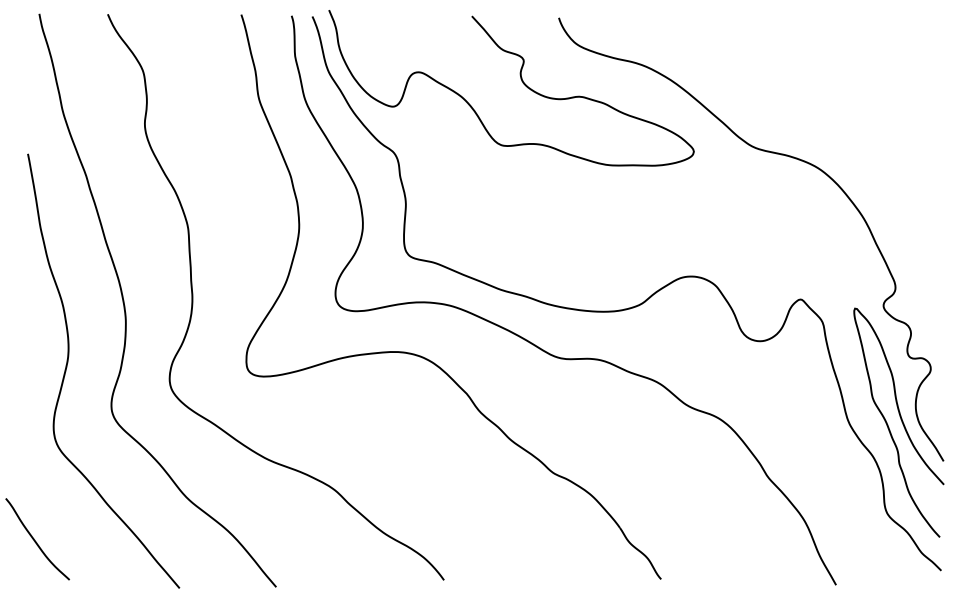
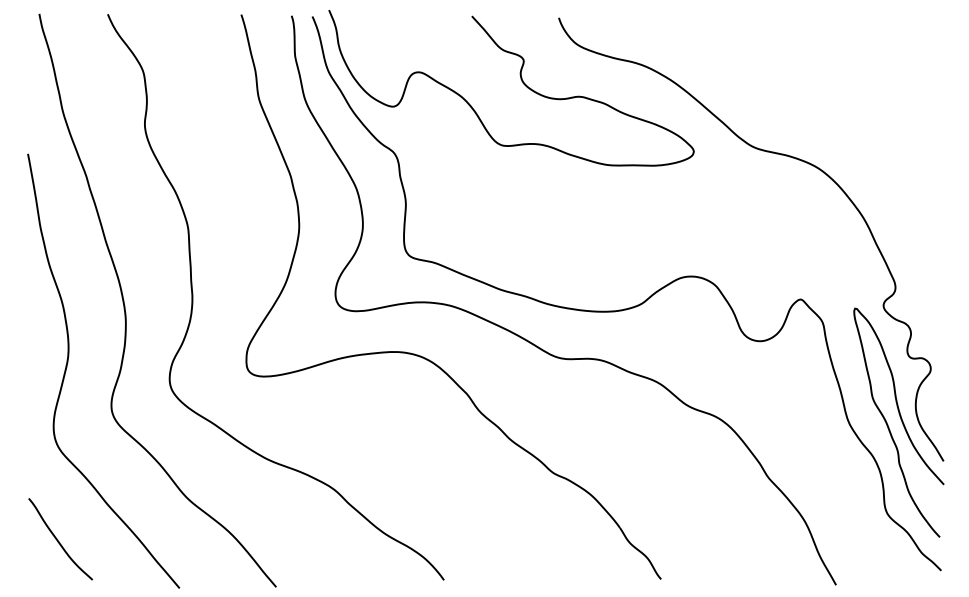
curve at (35, 540) position: (35, 540) -> (58, 540)
